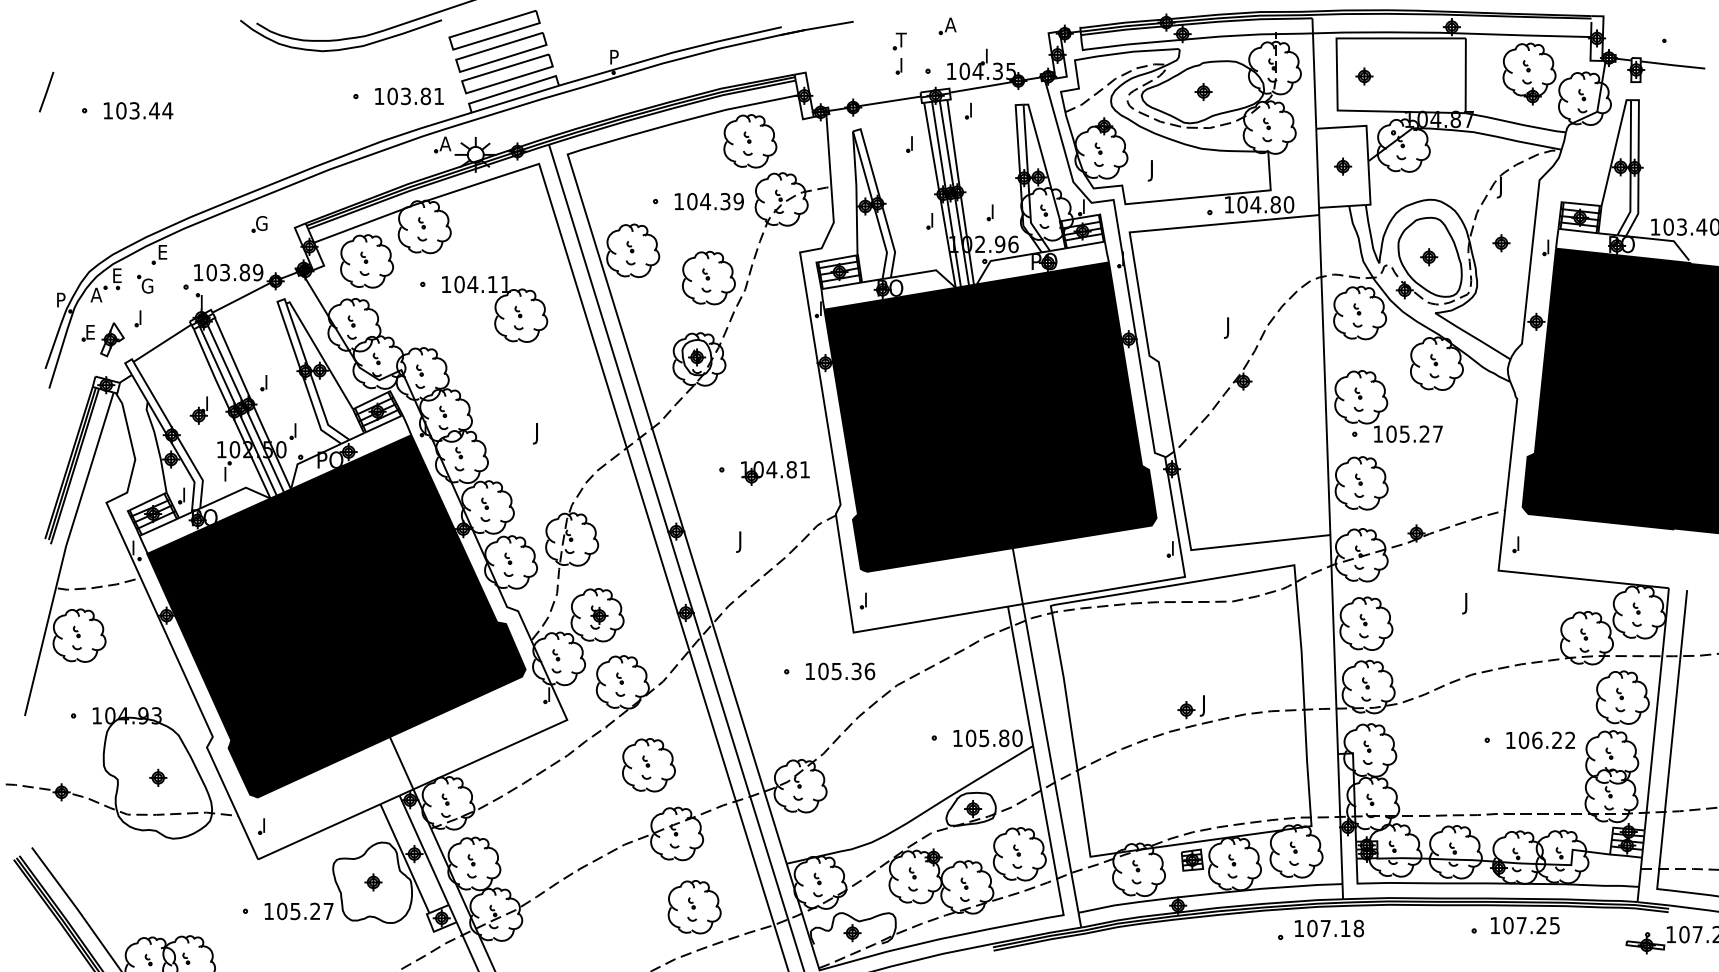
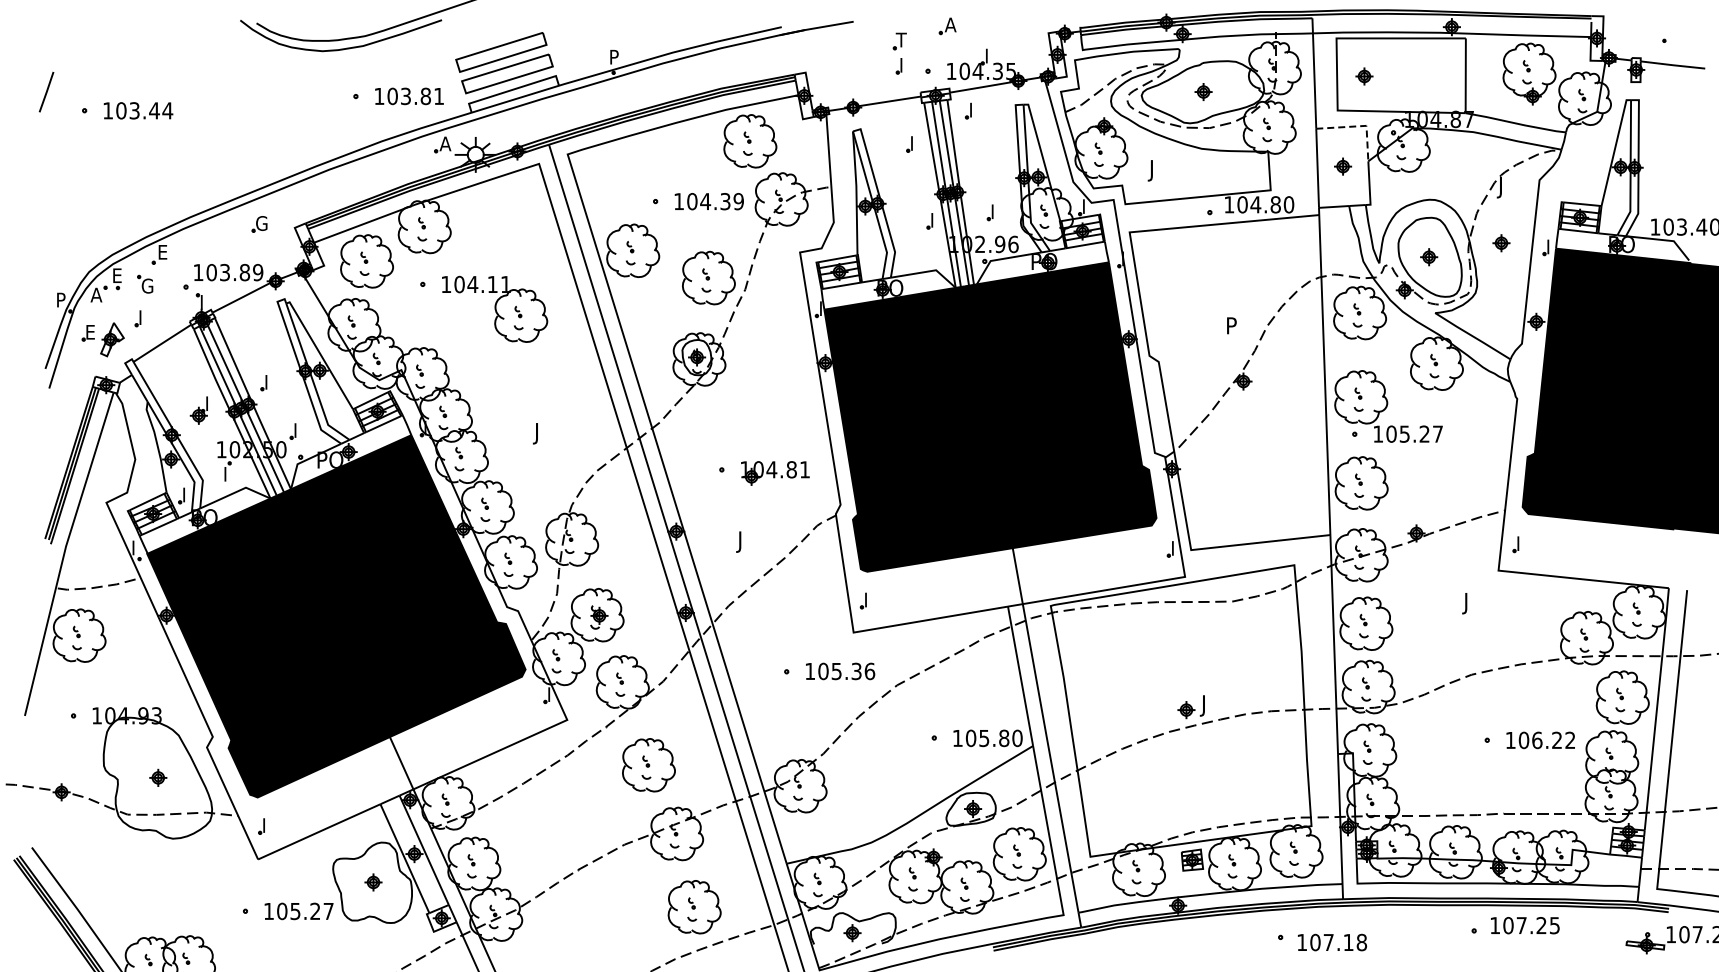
part at (494, 30): present -> none
line at (1359, 126): solid -> dashed
text at (1230, 327): J -> P
text at (1329, 928) position: (1329, 928) -> (1332, 942)
